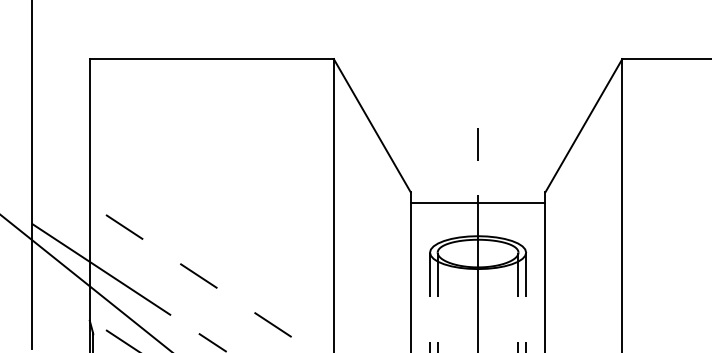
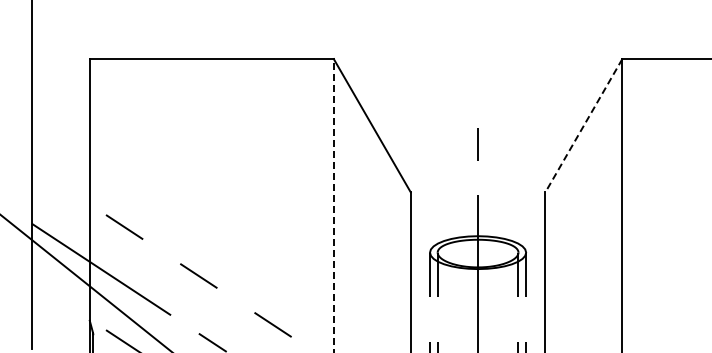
line at (583, 125): solid -> dashed
line at (477, 203): present -> none
line at (333, 206): solid -> dashed
